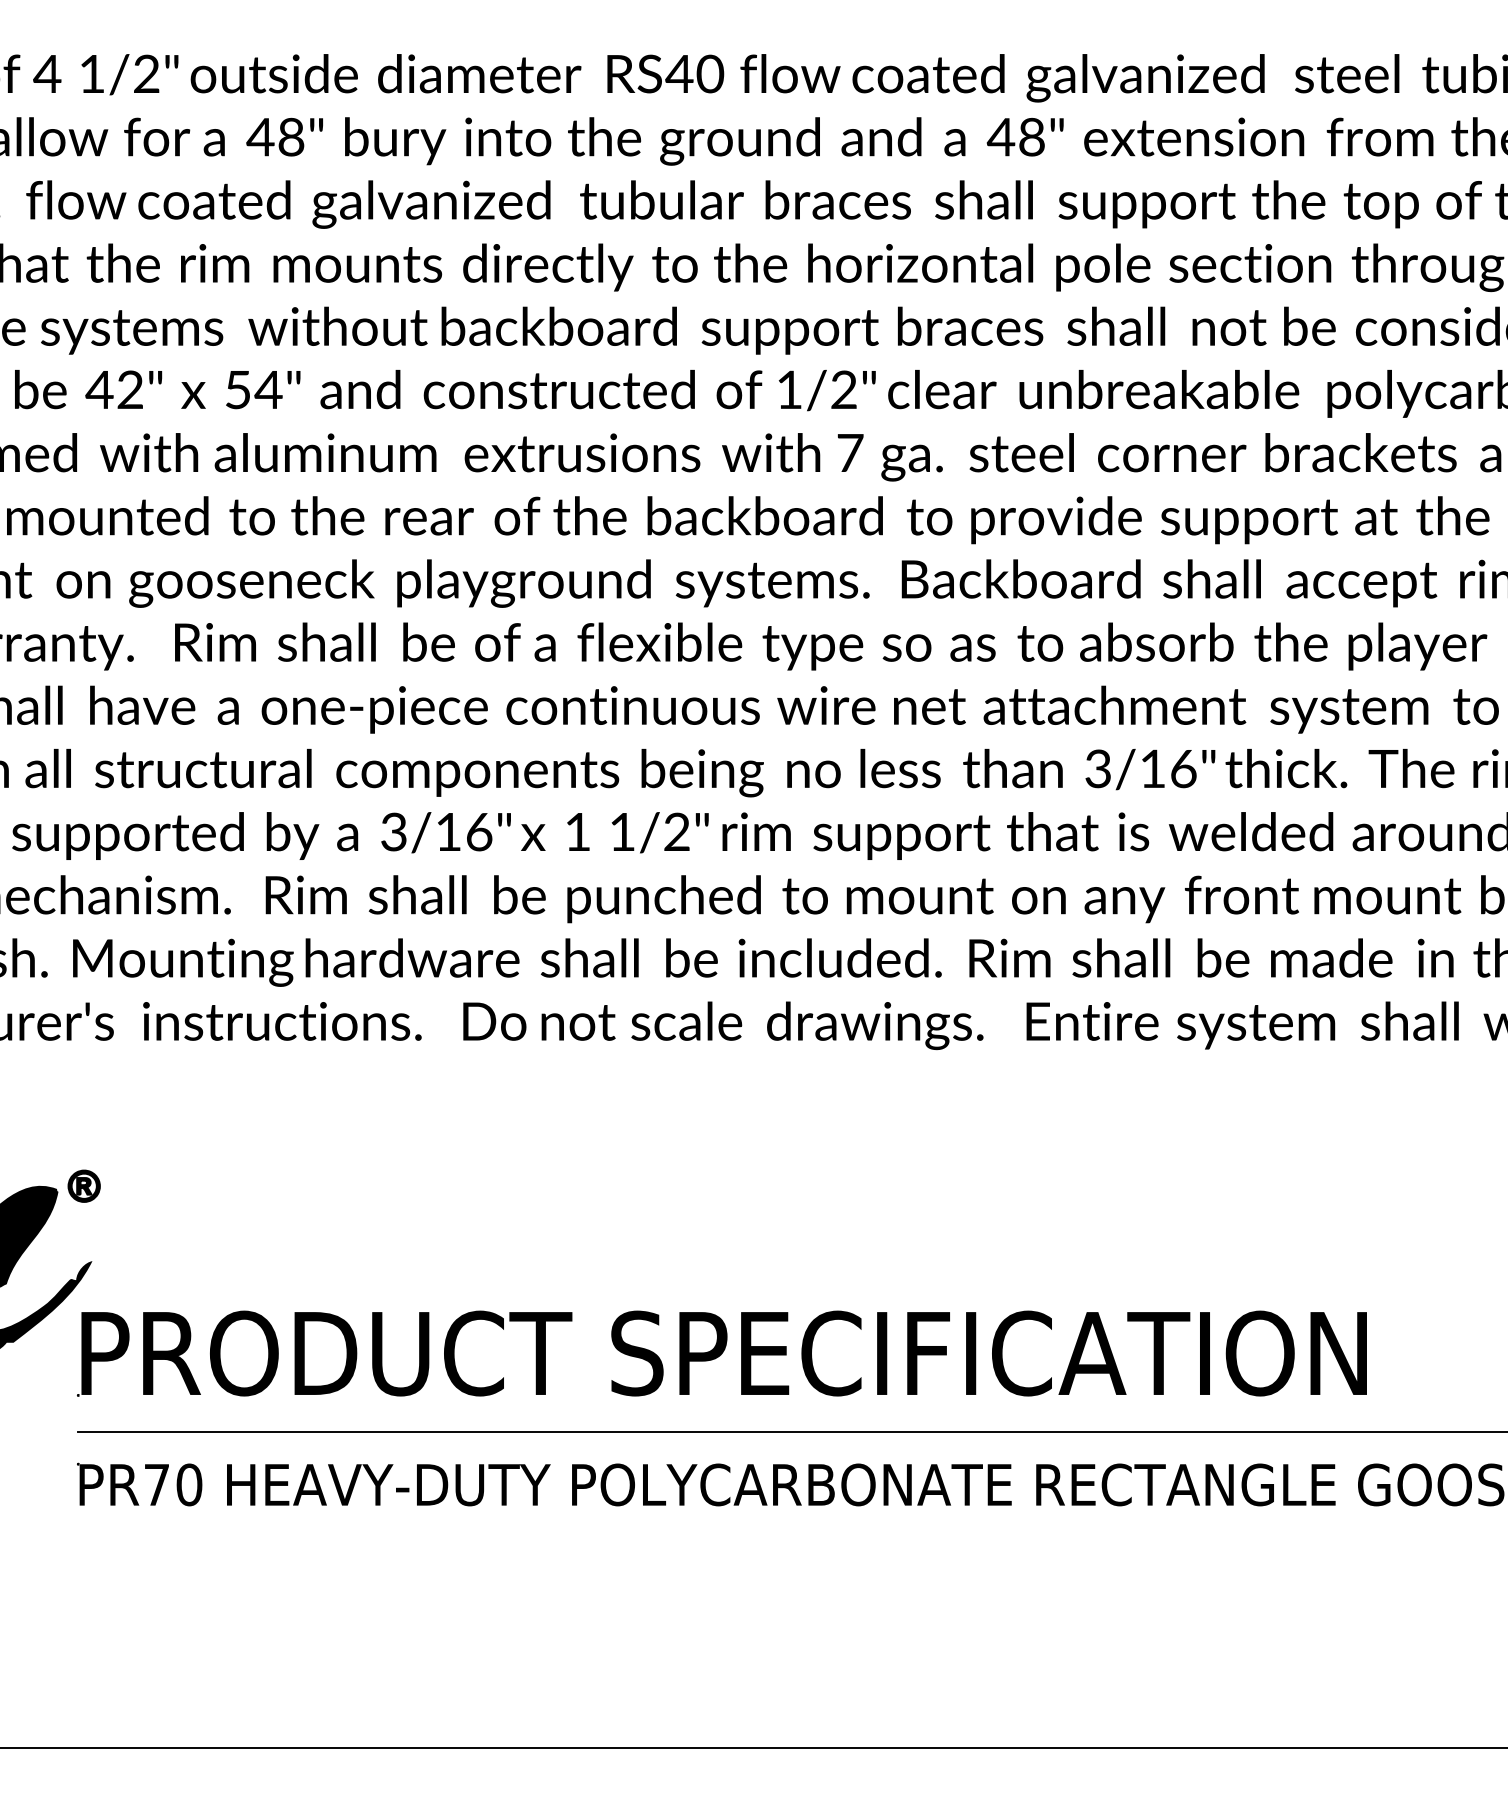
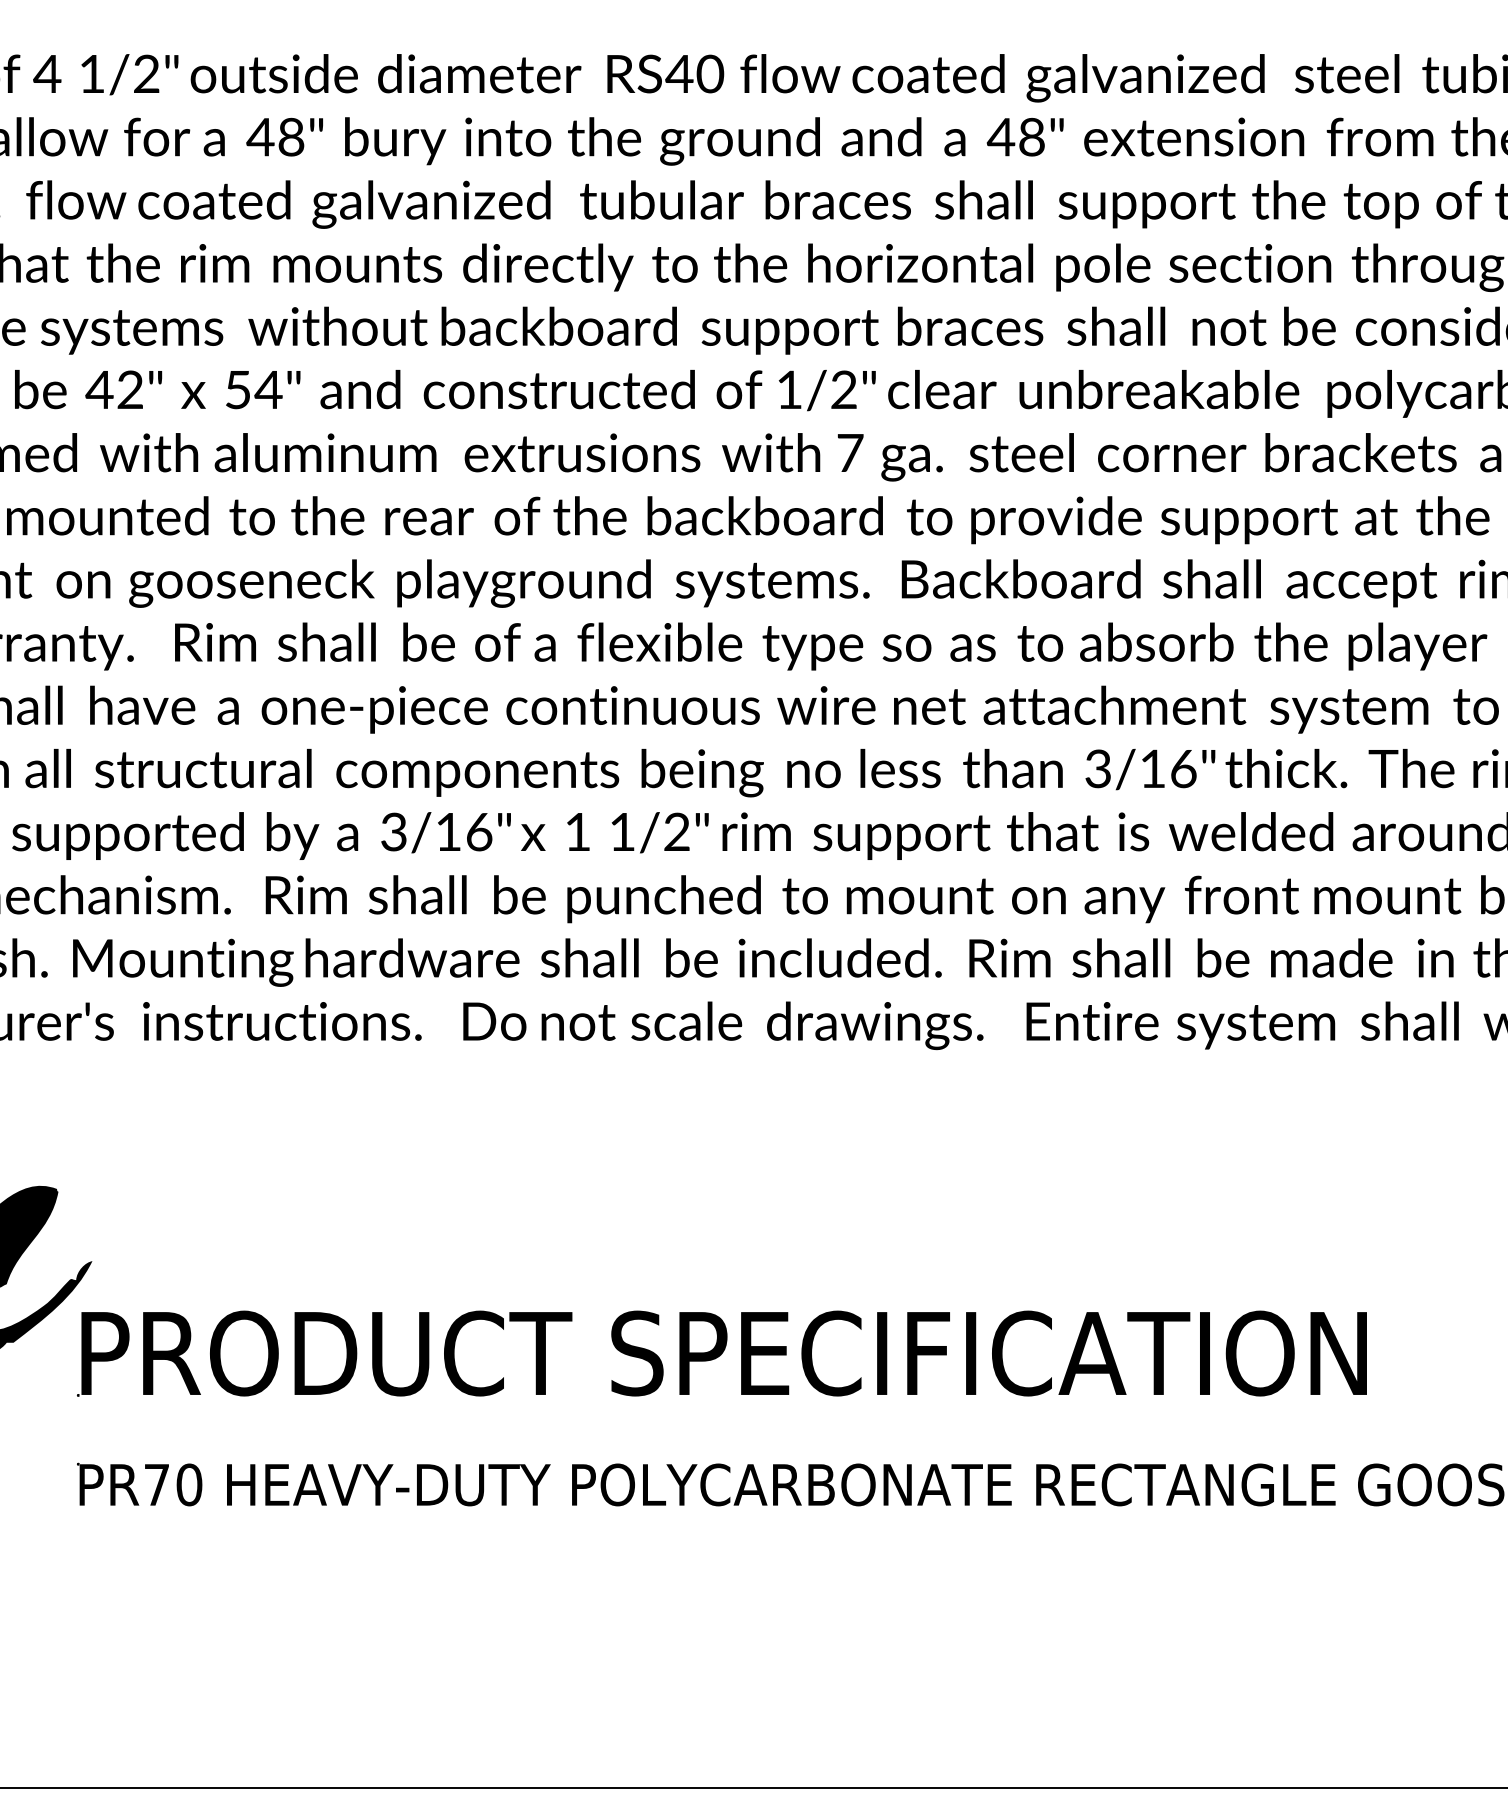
part at (83, 1185): present -> none
line at (791, 1432): present -> none
line at (753, 1747) position: (753, 1747) -> (753, 1787)
